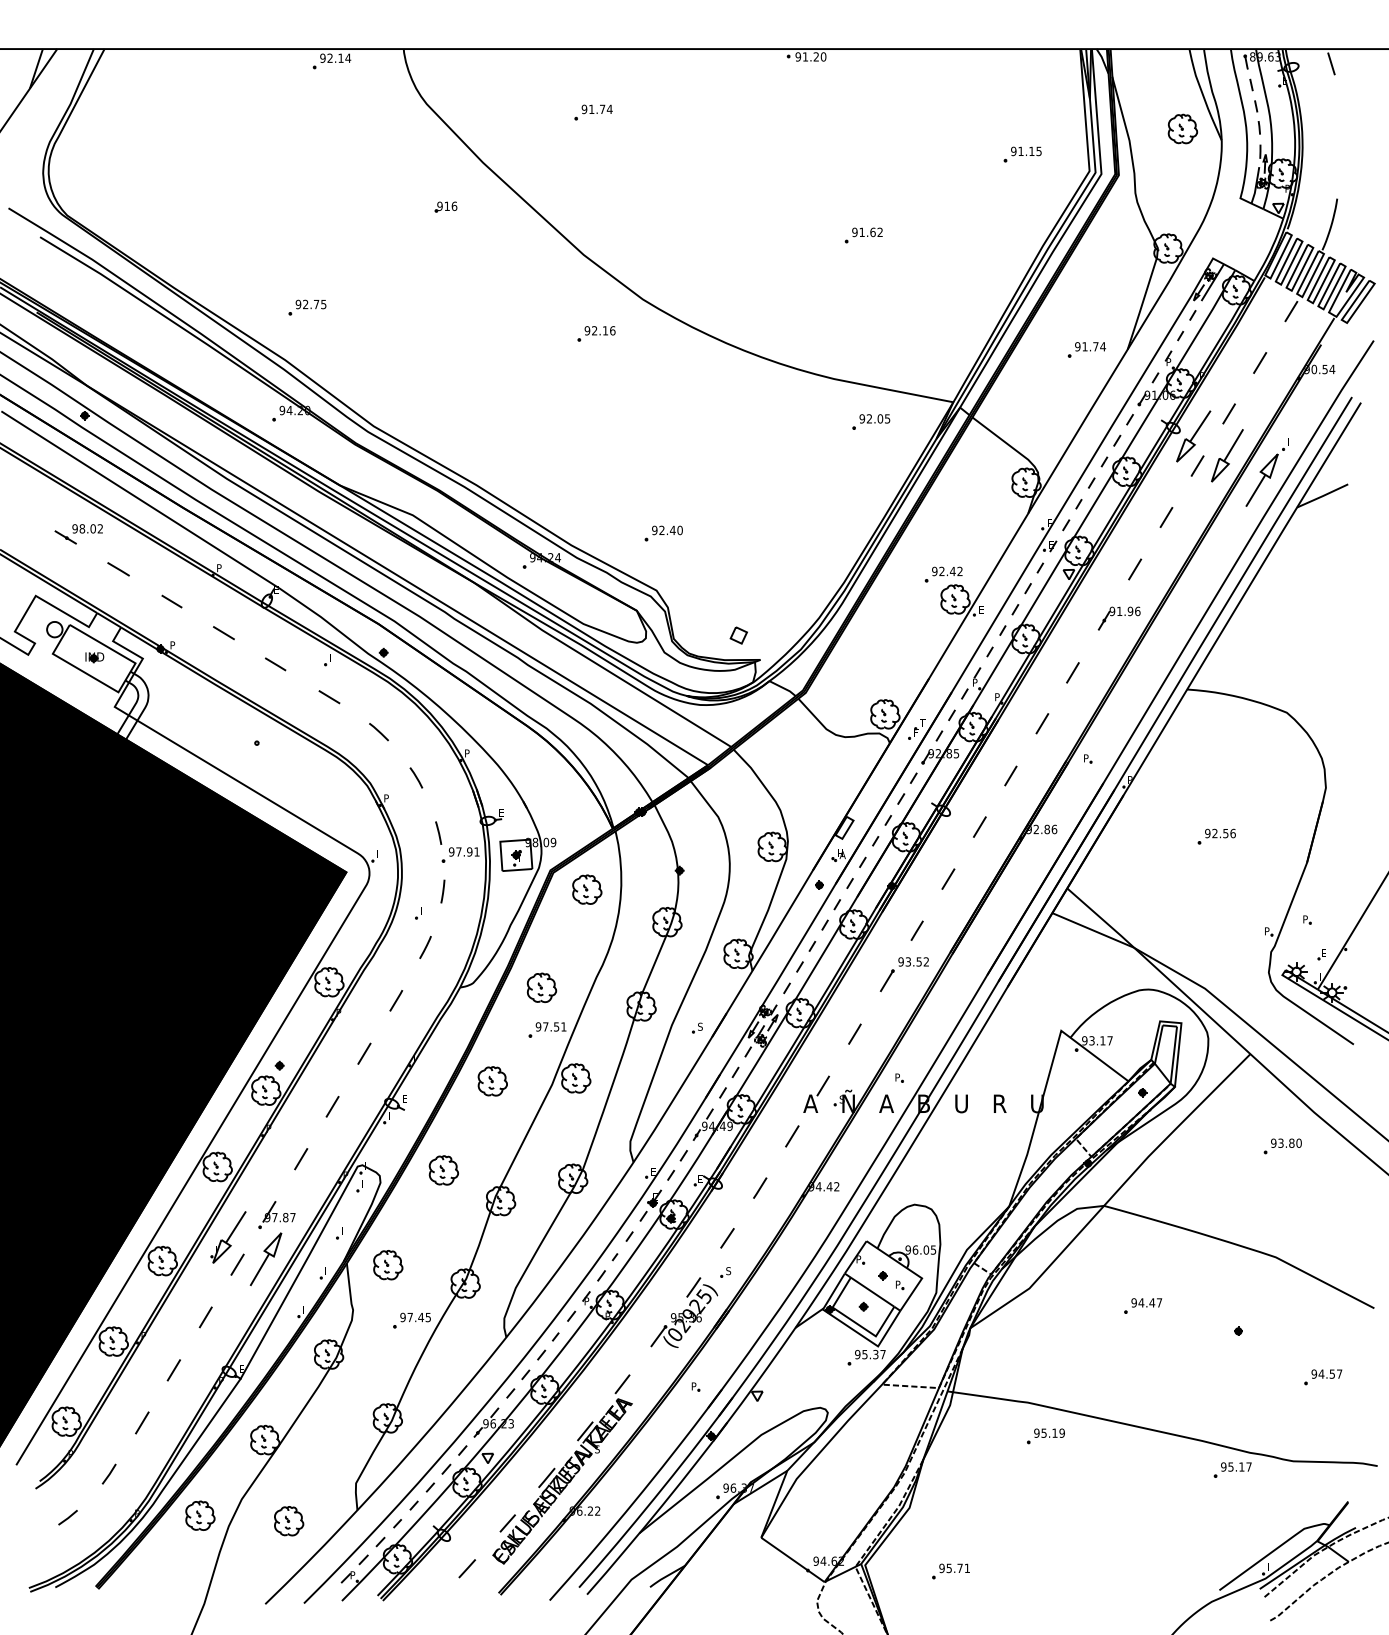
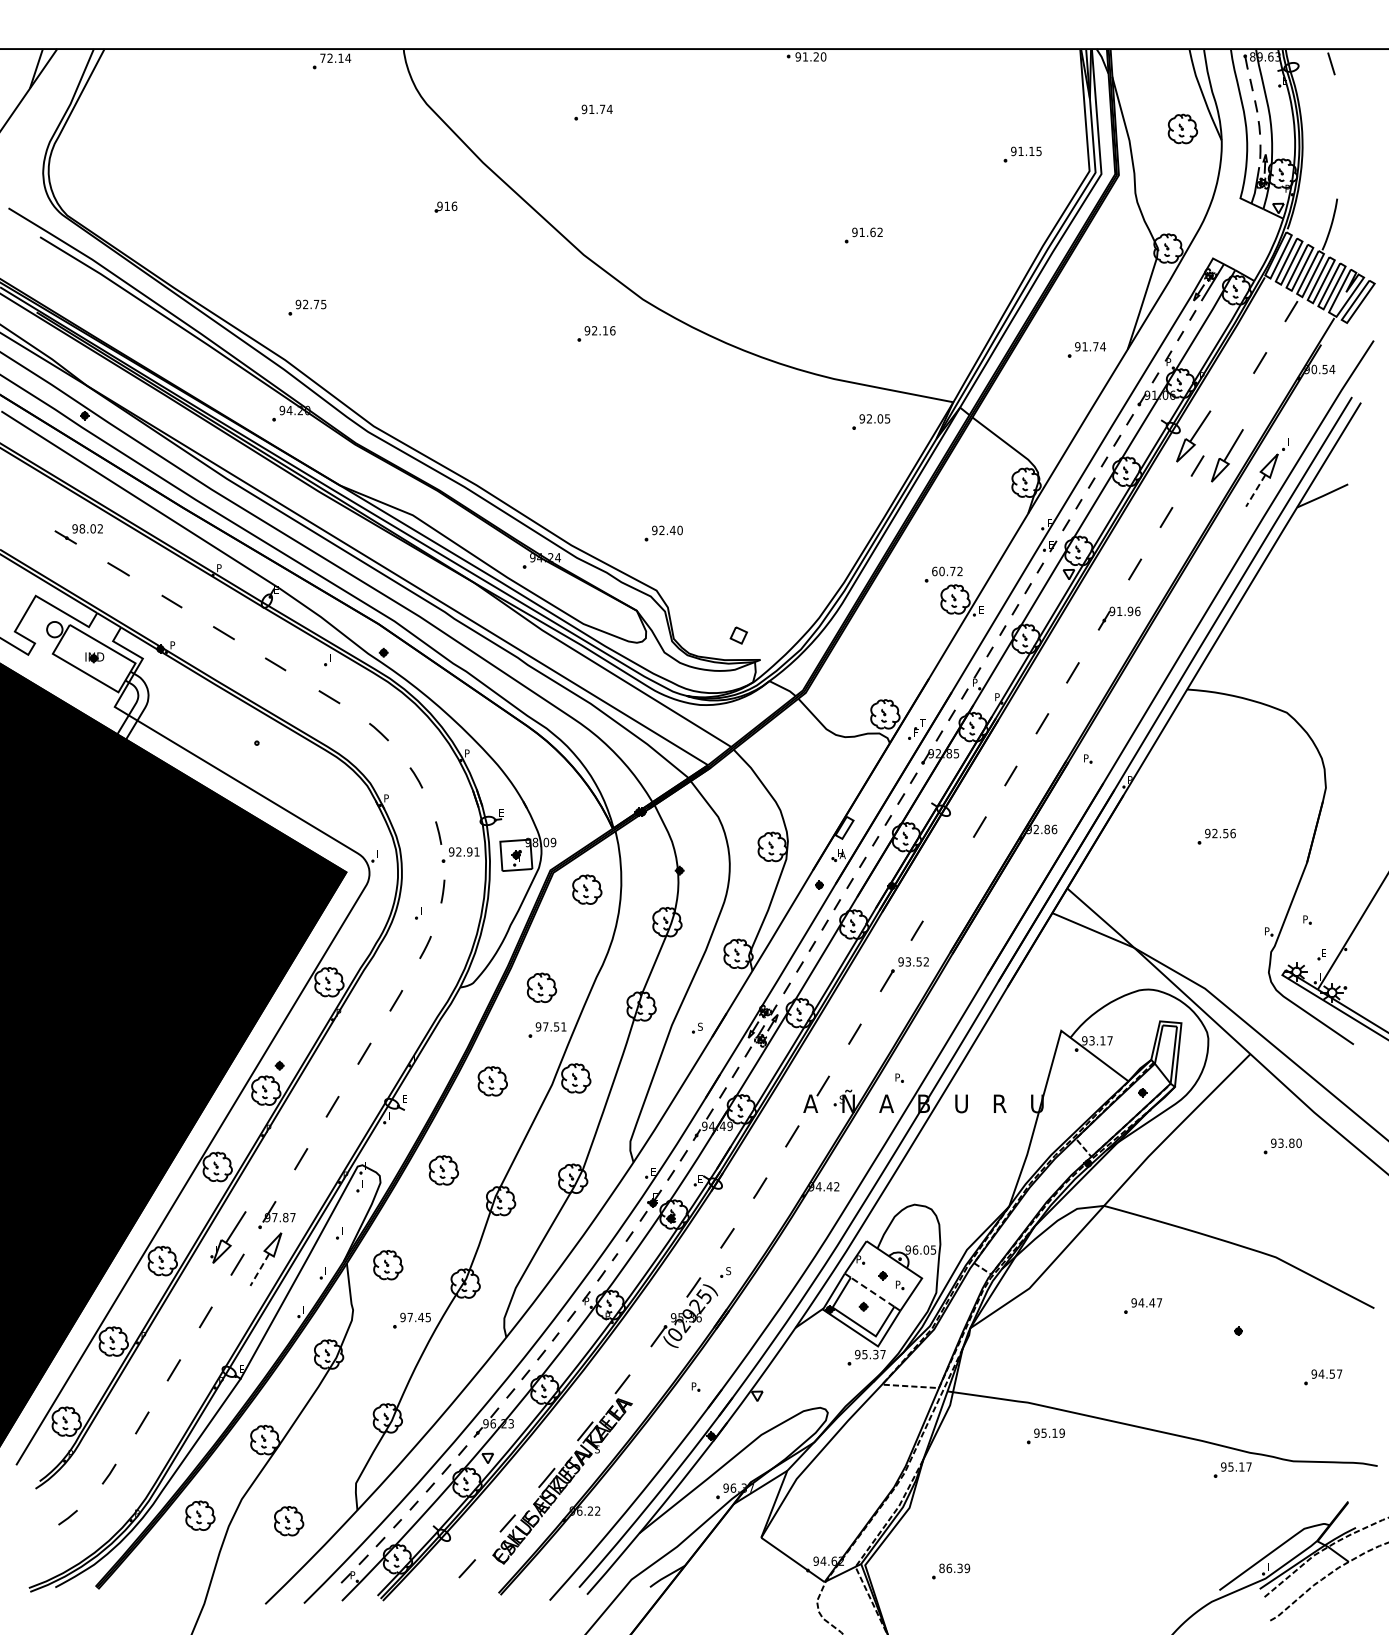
text at (322, 57): 92.14 -> 72.14
line at (1228, 413): present -> none
line at (1255, 490): solid -> dashed
text at (943, 571): 92.42 -> 60.72
text at (458, 851): 97.91 -> 92.91
line at (948, 878): present -> none
line at (259, 1269): solid -> dashed
line at (872, 1291): solid -> dashed
text at (954, 1568): 95.71 -> 86.39
